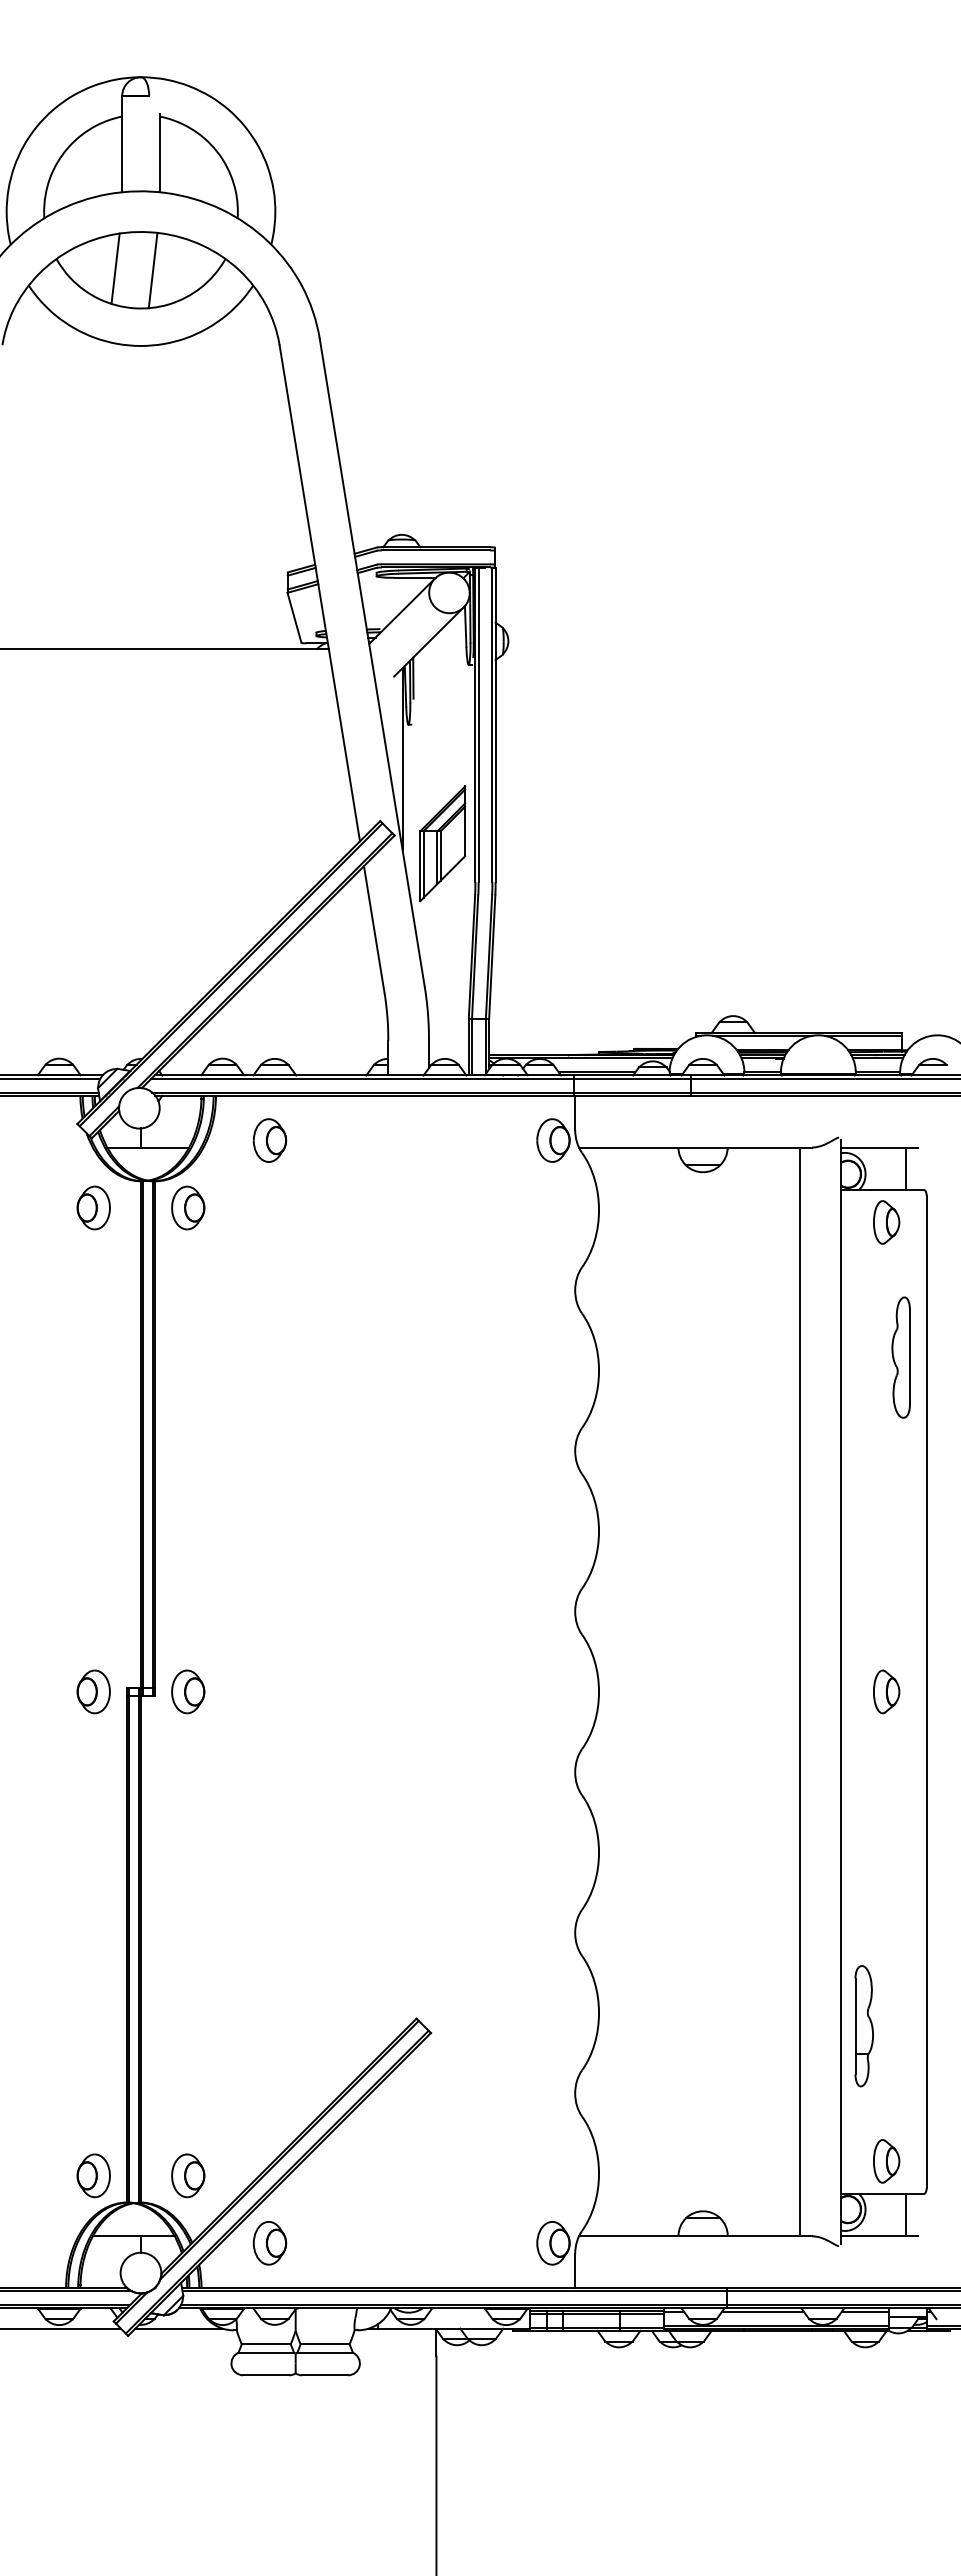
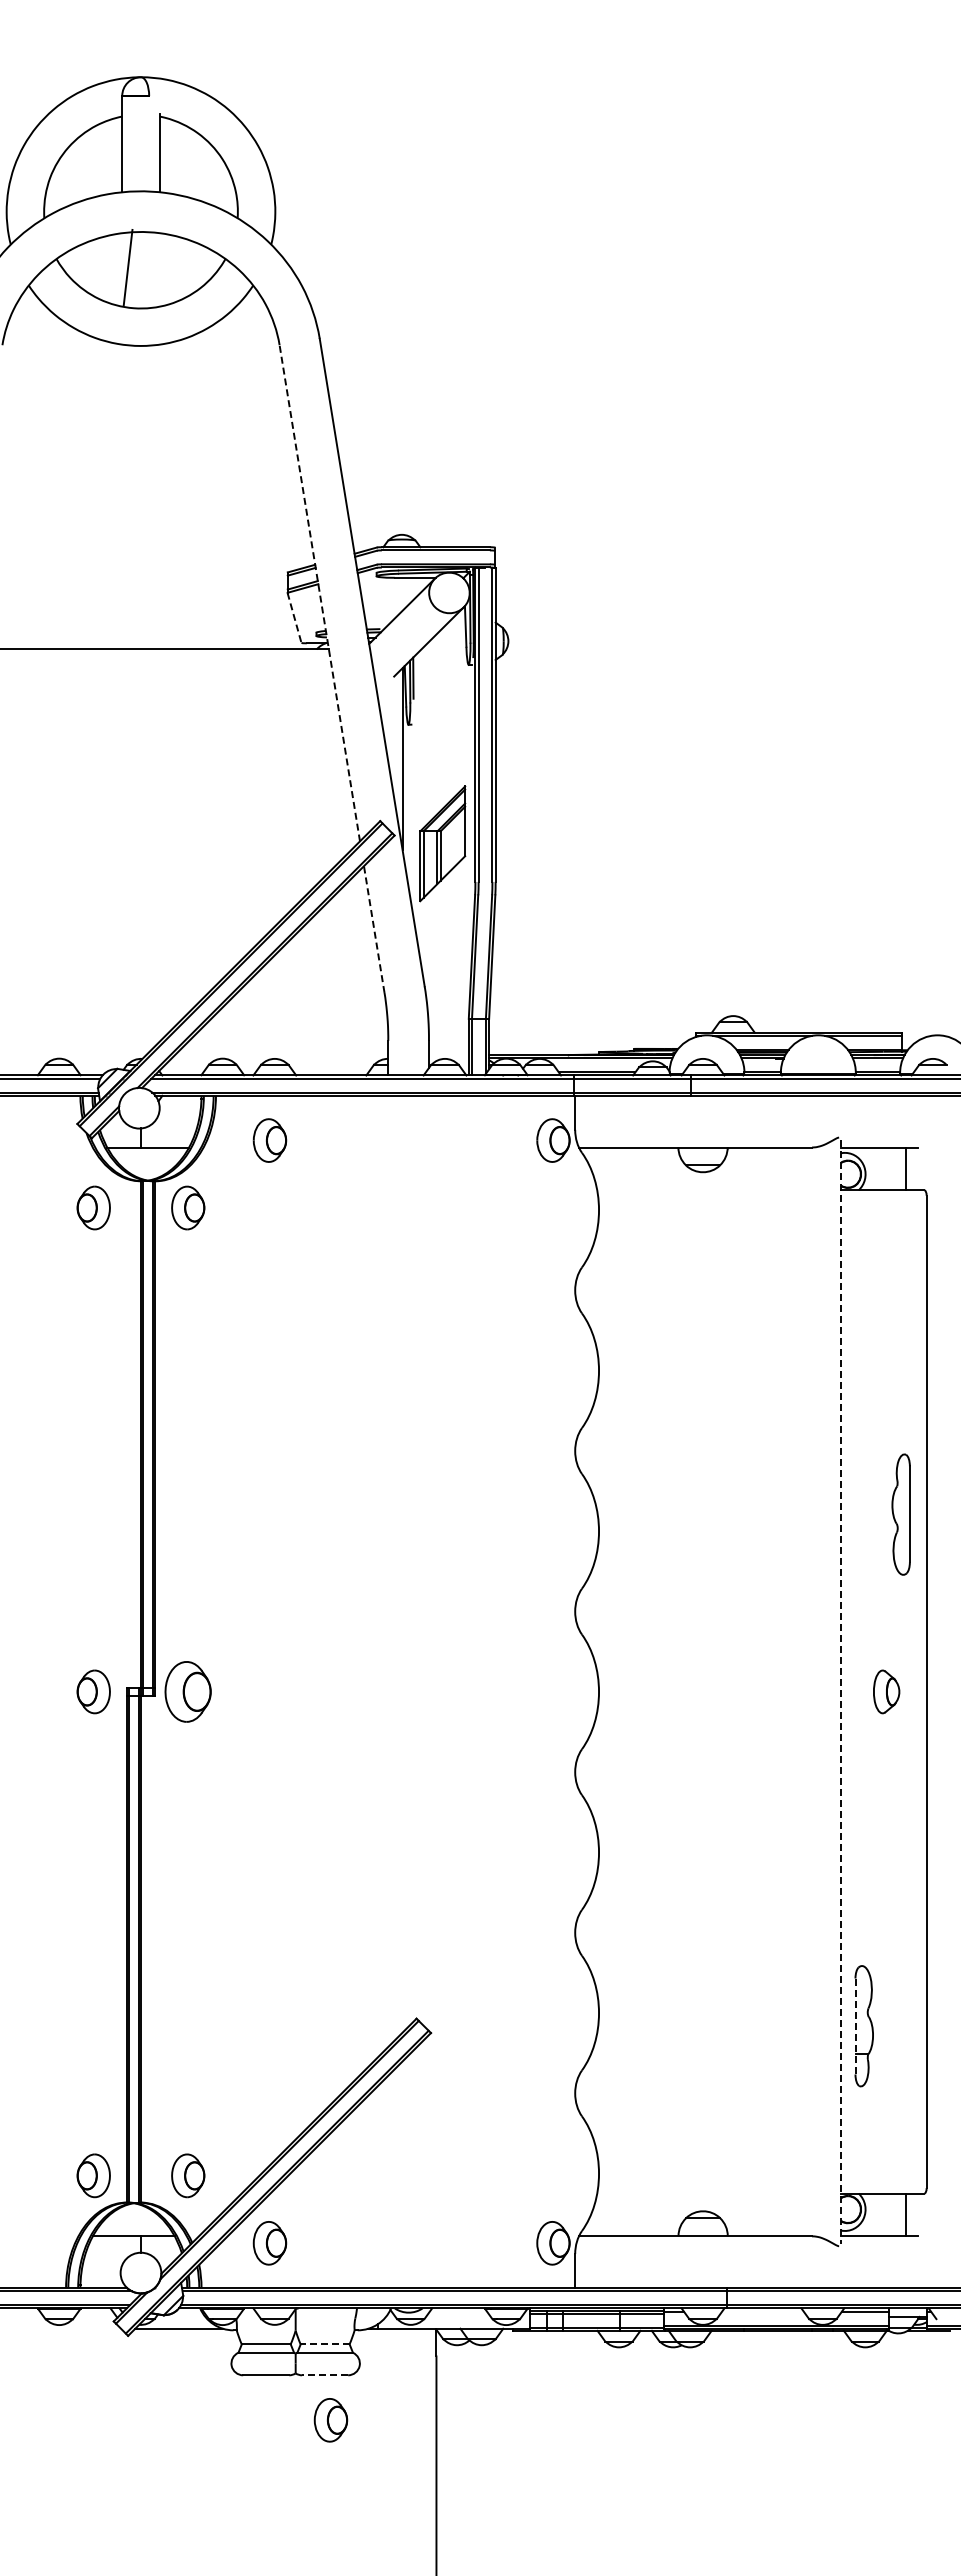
line at (115, 268): present -> none
line at (152, 270) position: (152, 270) -> (127, 267)
line at (319, 592): solid -> dashed
line at (294, 617): solid -> dashed
line at (374, 929): solid -> dashed
part at (886, 1222): present -> none
part at (900, 1357) position: (900, 1357) -> (900, 1514)
part at (188, 1691) size: 35x46 px -> 48x62 px
line at (800, 1691): present -> none
line at (841, 1692): solid -> dashed
line at (855, 2026): solid -> dashed
part at (886, 2161): present -> none
line at (762, 2311): present -> none
line at (61, 2328): present -> none
line at (324, 2344): solid -> dashed
line at (324, 2375): solid -> dashed
part at (330, 2420): none -> present
